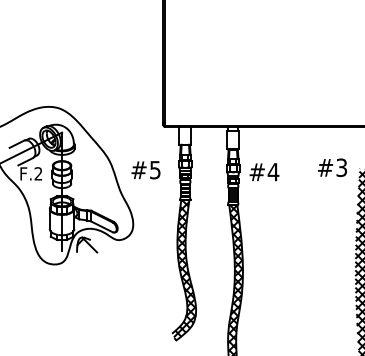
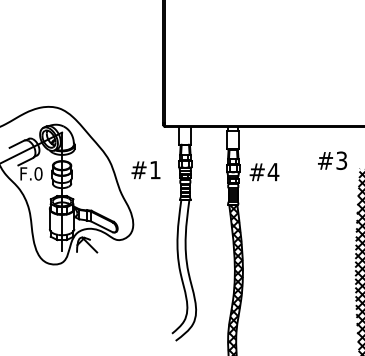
text at (332, 167) position: (332, 167) -> (332, 160)
text at (155, 170): #5 -> #1
text at (38, 173): F.2 -> F.0
hatch at (184, 270): present -> none
